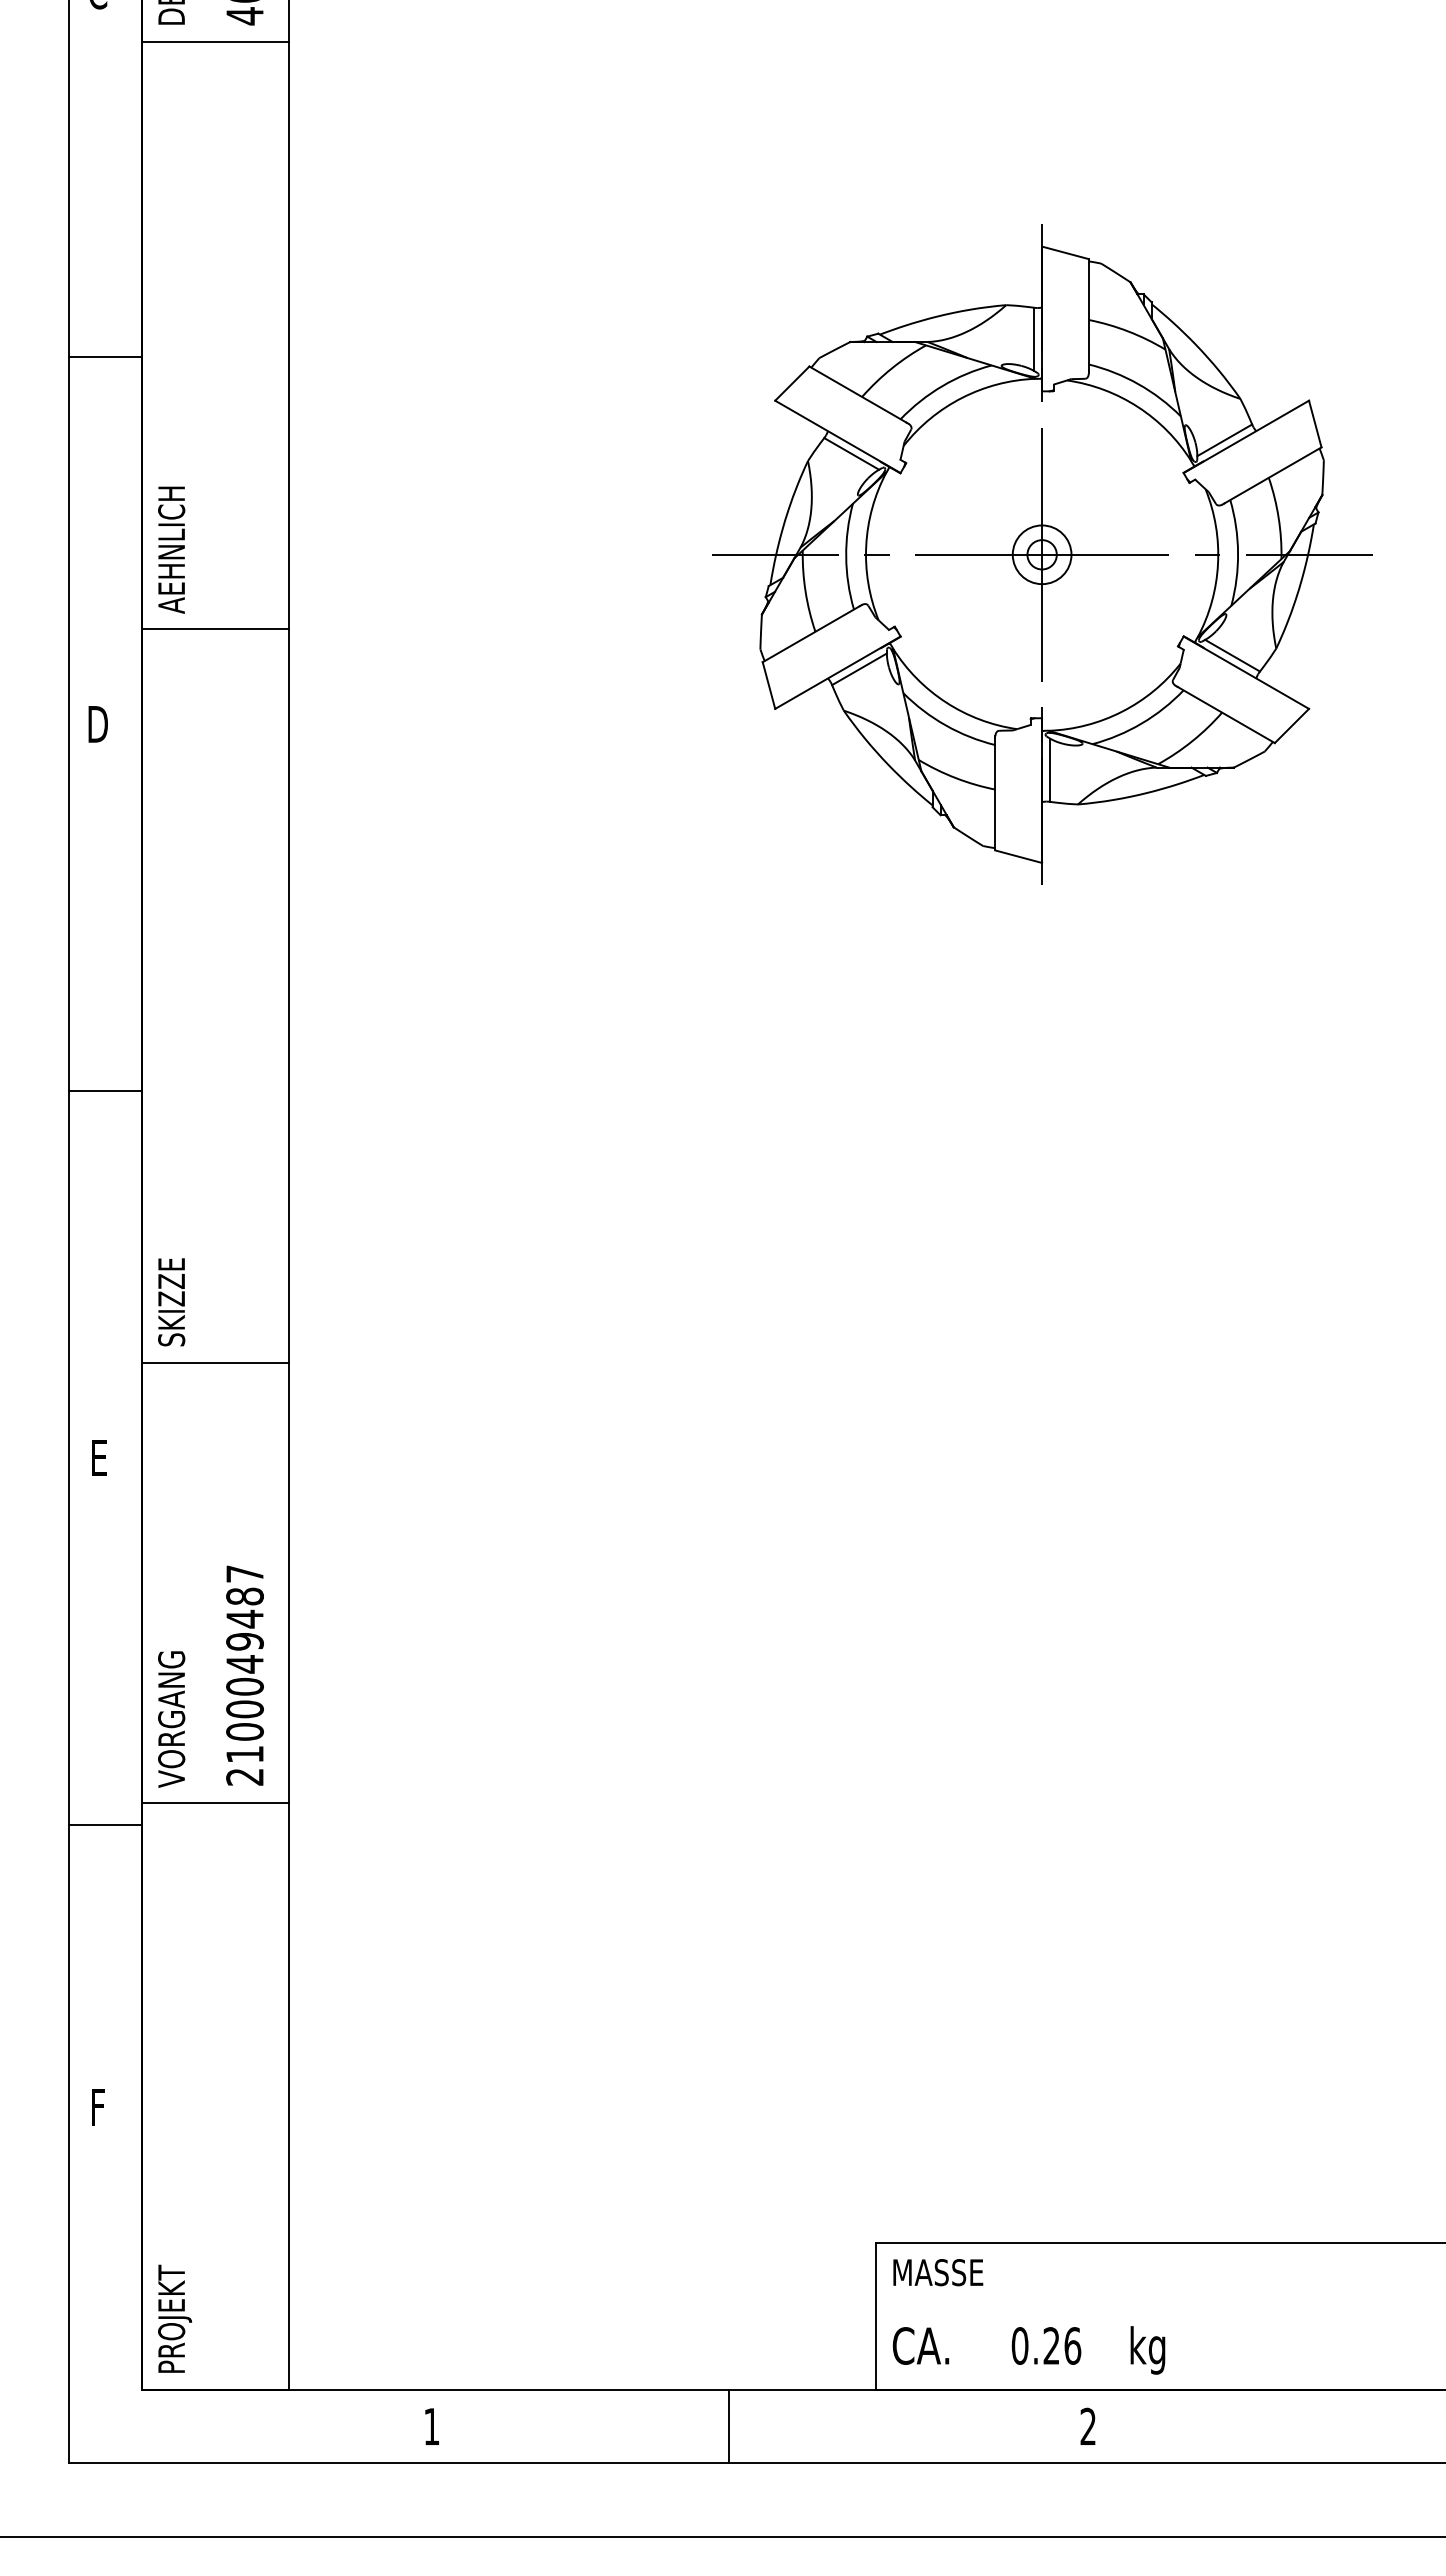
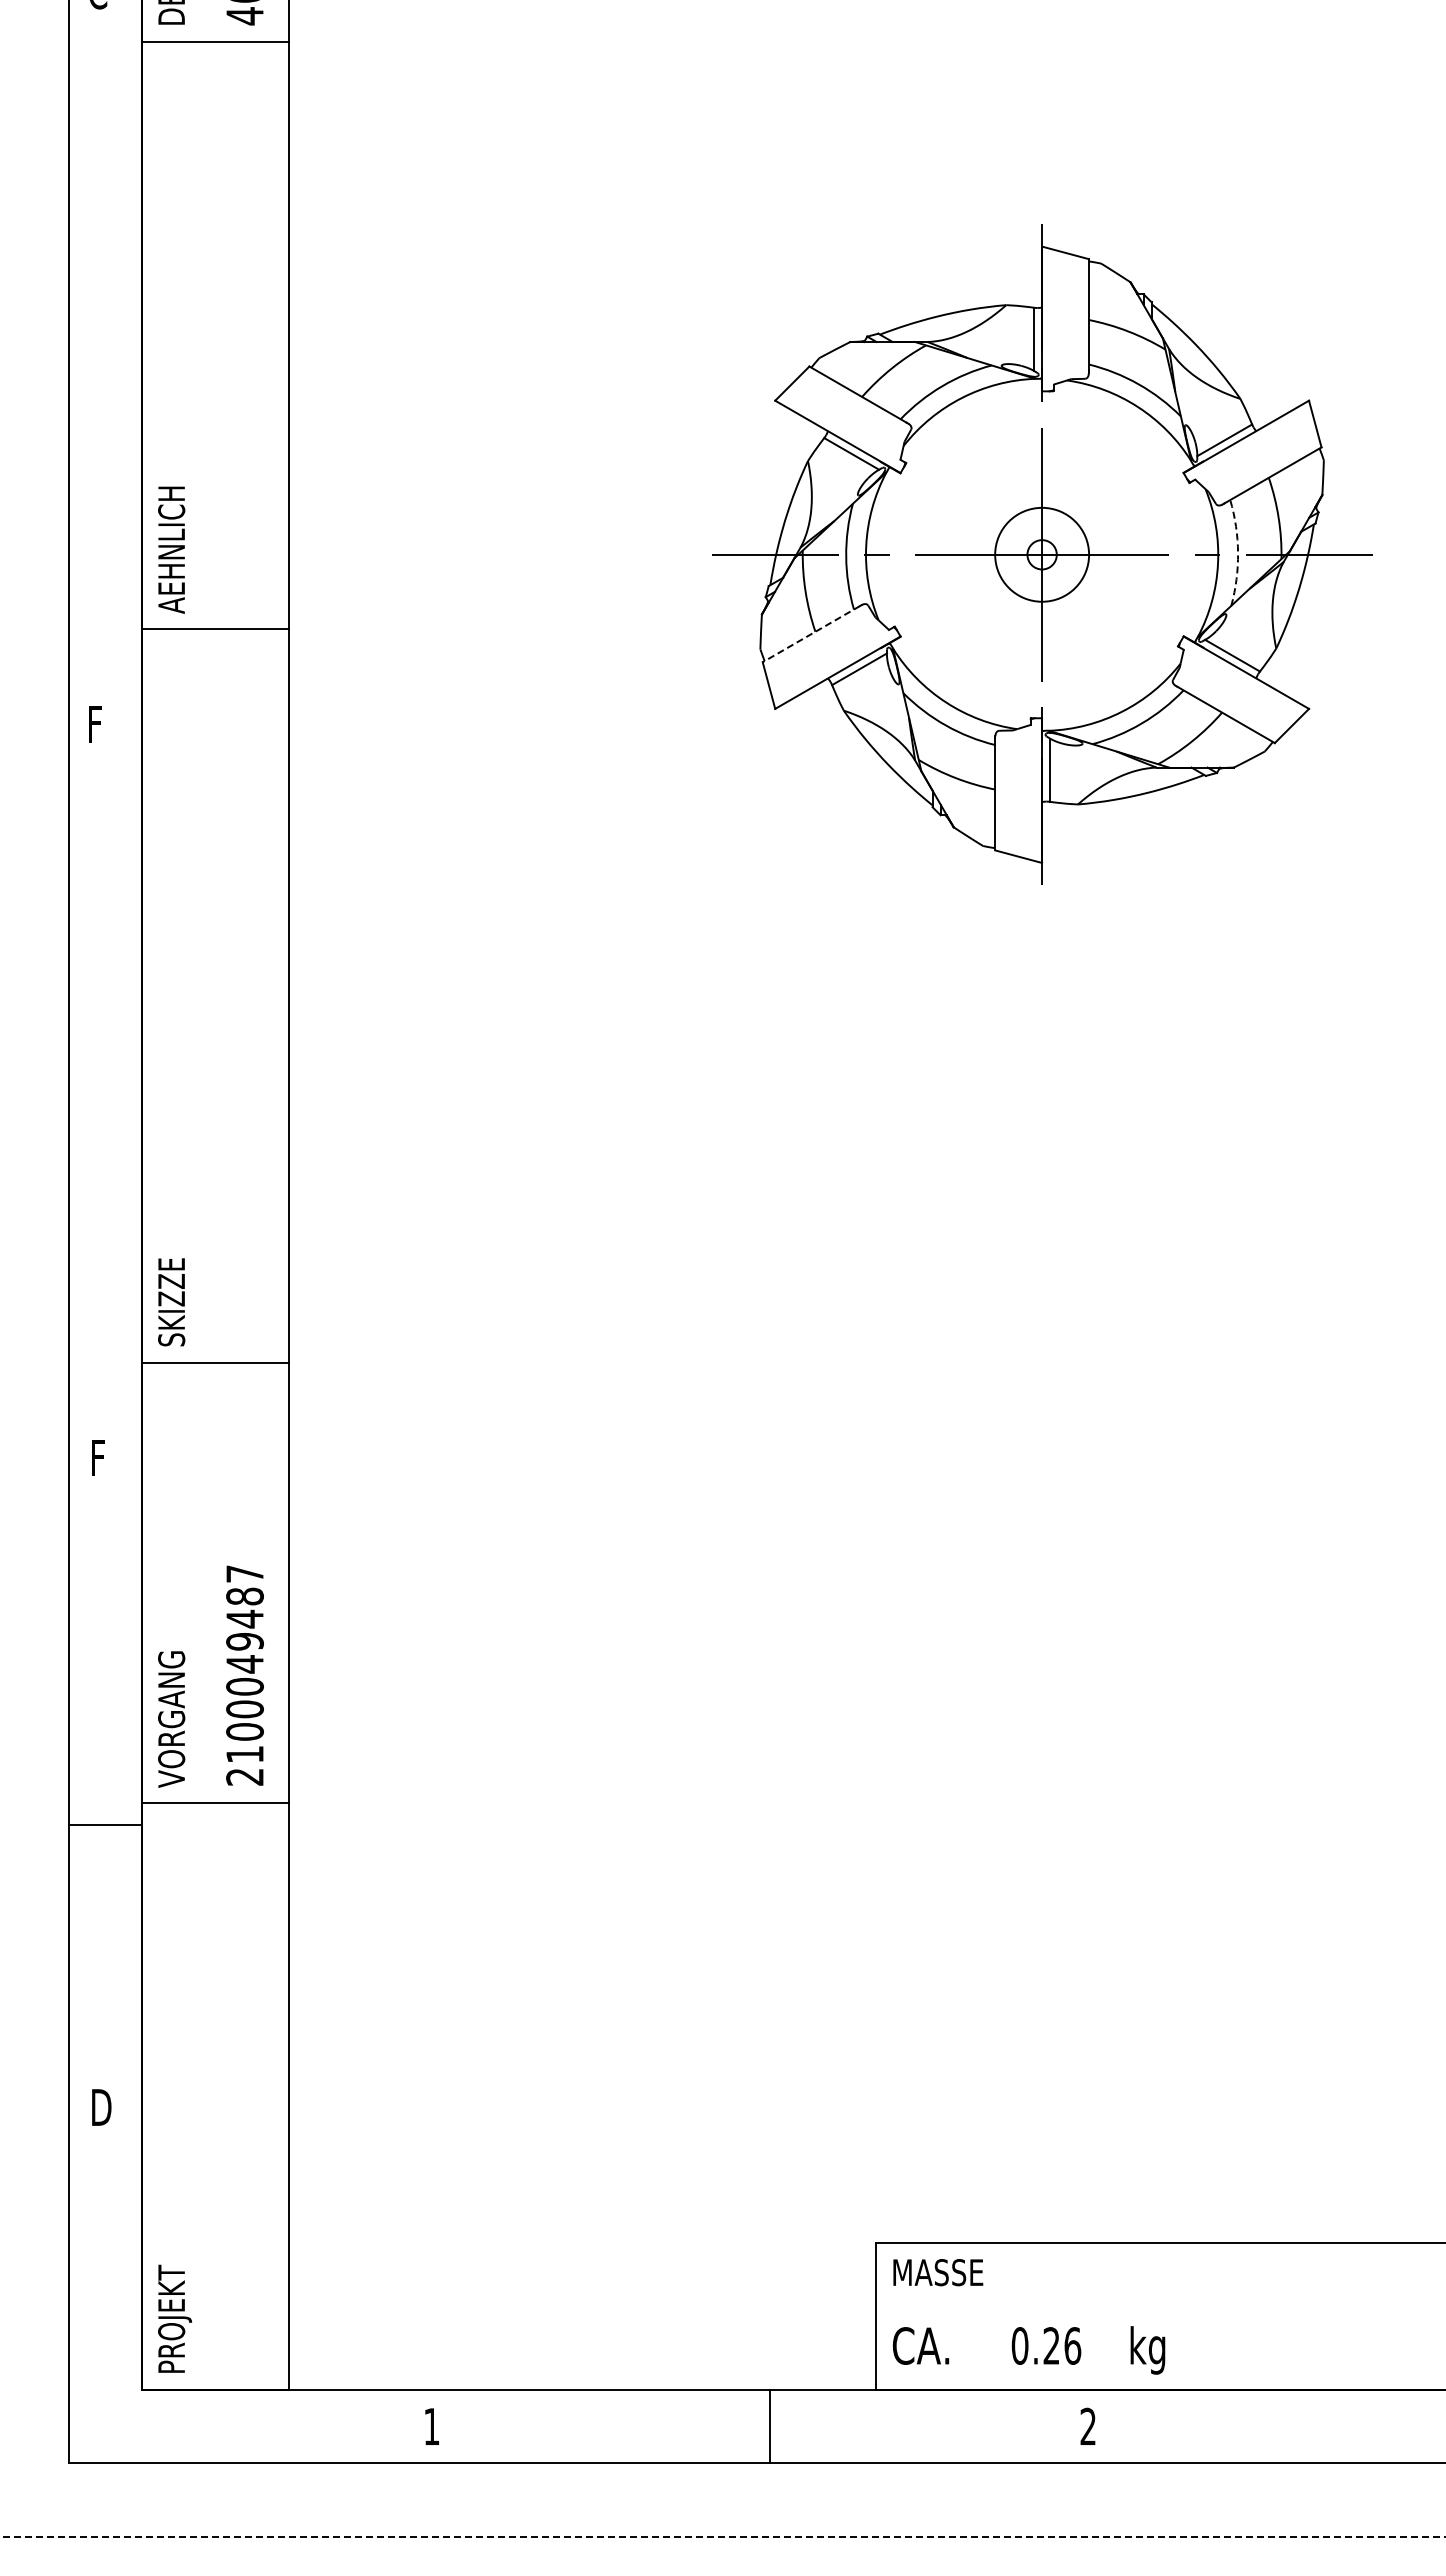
line at (105, 357): present -> none
arc at (1238, 552): solid -> dashed
circle at (1041, 554) diameter: 59 px -> 94 px
line at (810, 634): solid -> dashed
text at (97, 724): D -> F
line at (105, 1091): present -> none
text at (100, 1457): E -> F
text at (101, 2107): F -> D
line at (729, 2426) position: (729, 2426) -> (770, 2426)
line at (723, 2536): solid -> dashed
